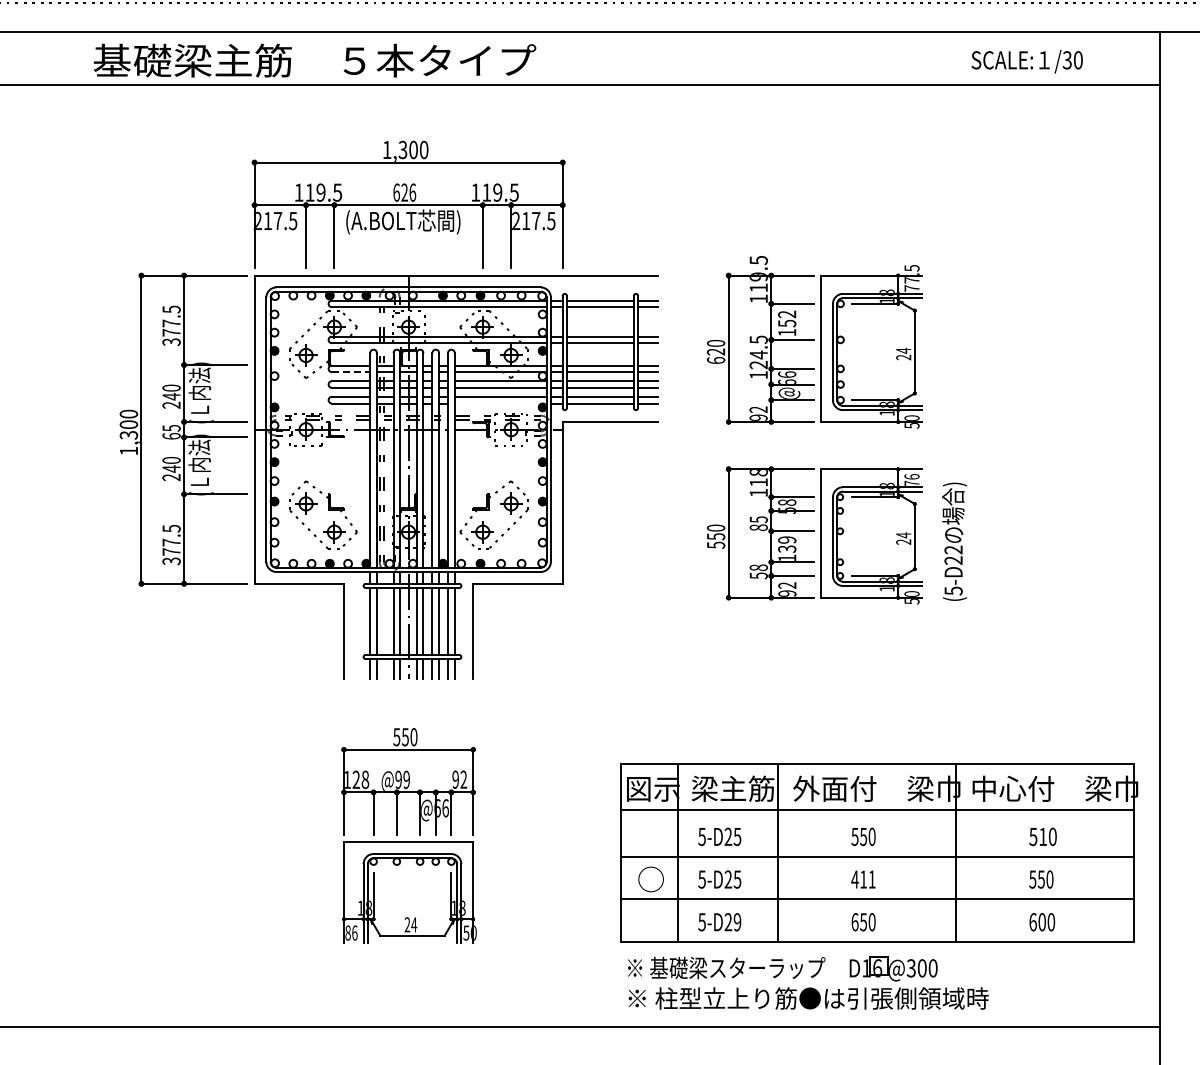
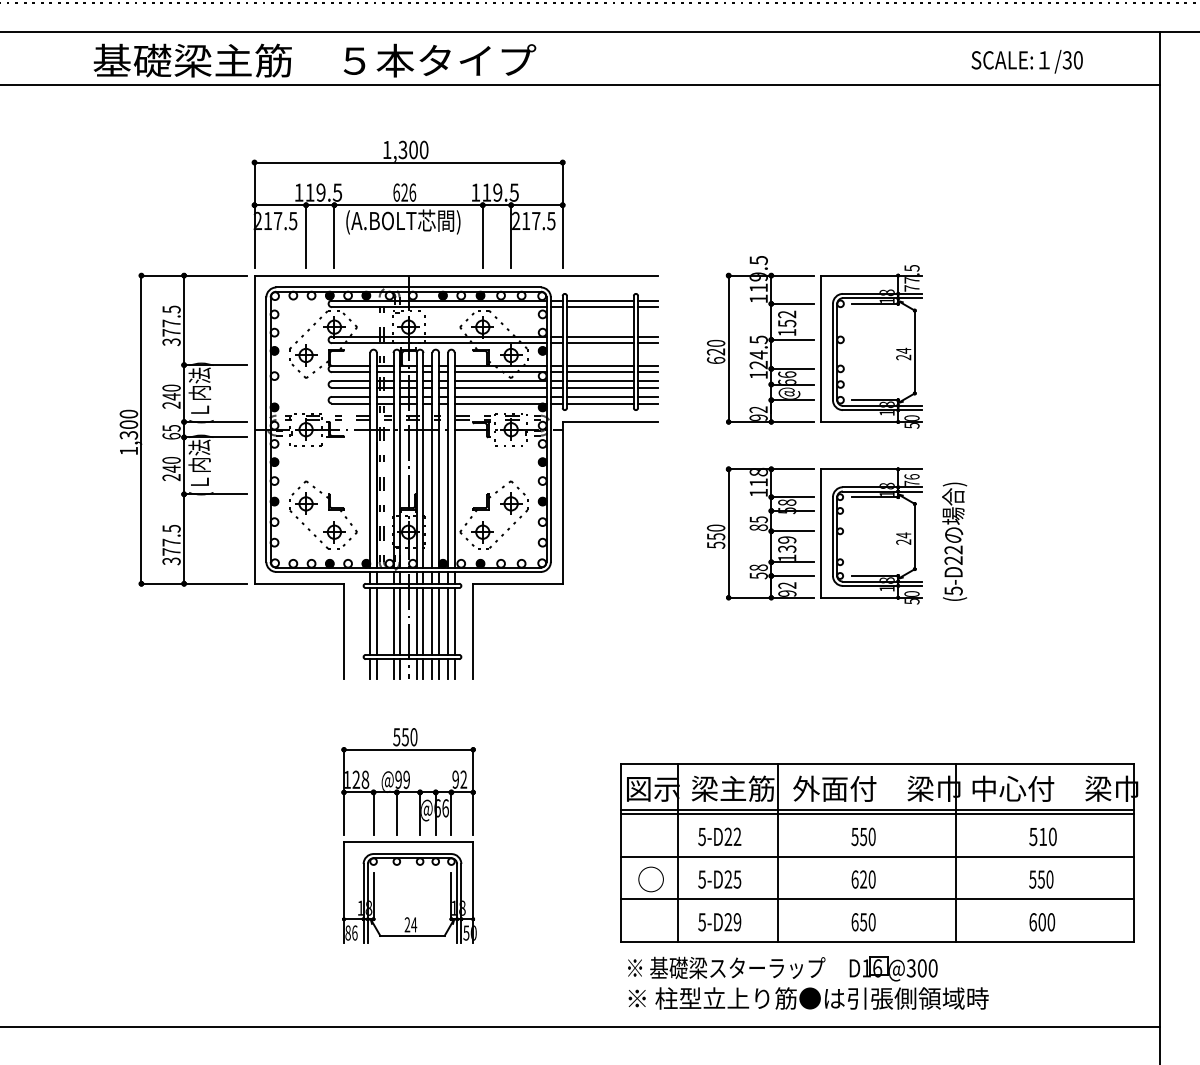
line at (351, 372): dashed -> solid
line at (500, 403): none -> present
line at (876, 813): none -> present
text at (737, 836): 5-D25 -> 5-D22
text at (863, 879): 411 -> 620
